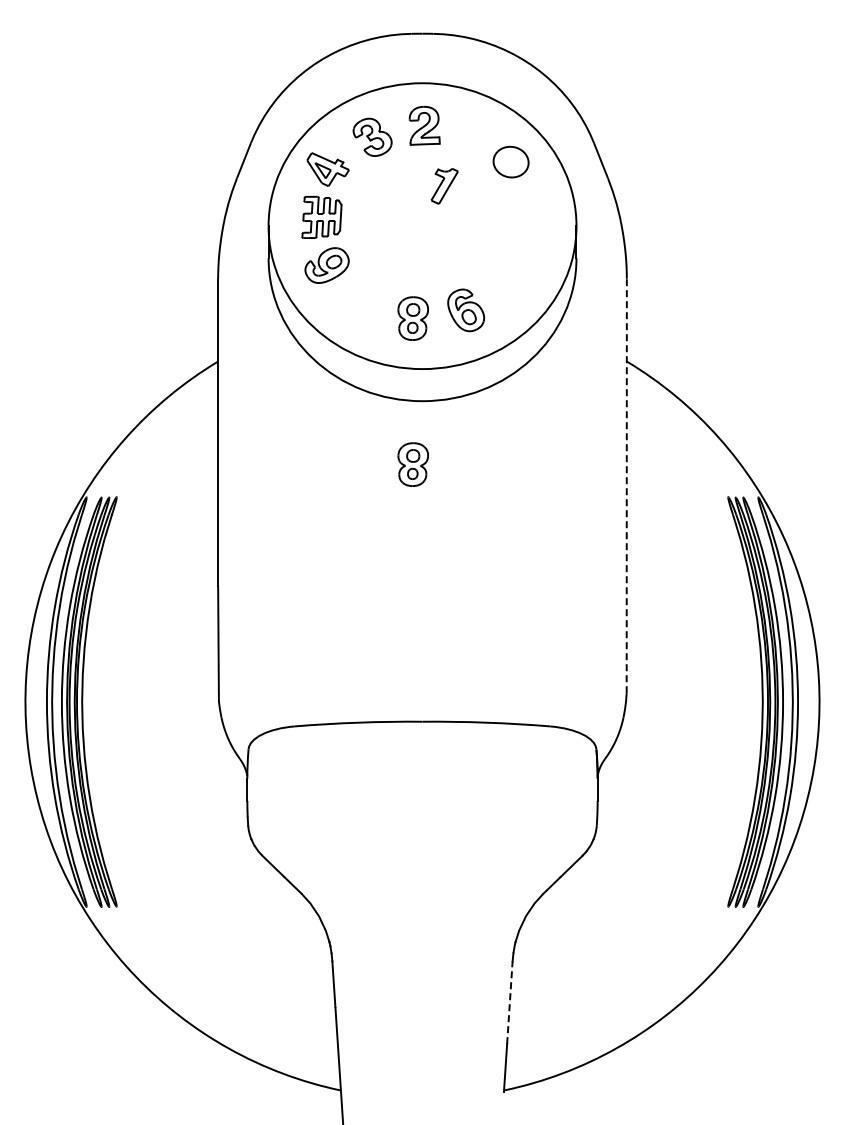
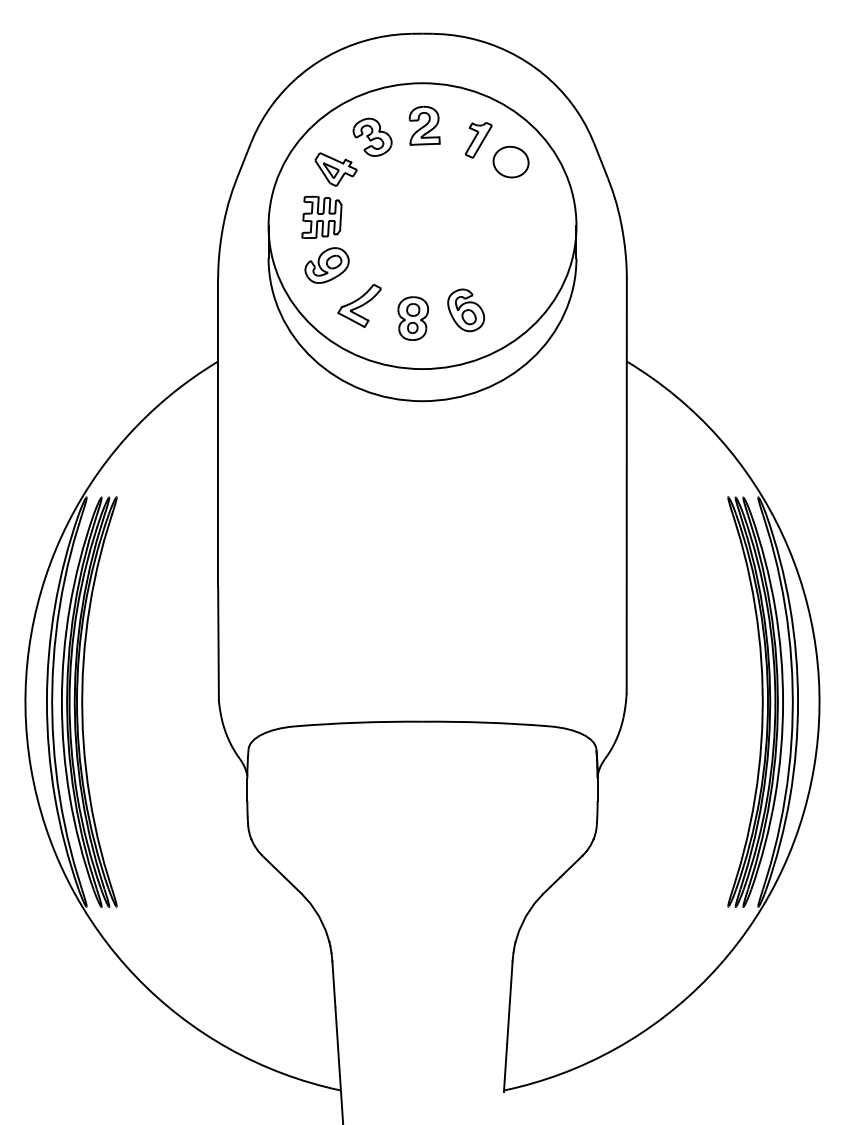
part at (327, 169) position: (327, 169) -> (335, 169)
part at (444, 186) position: (444, 186) -> (478, 140)
part at (359, 305): none -> present
part at (412, 464): present -> none
line at (626, 485): dashed -> solid
line at (509, 1002): dashed -> solid
